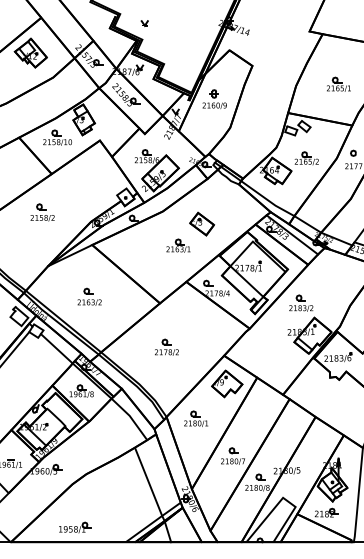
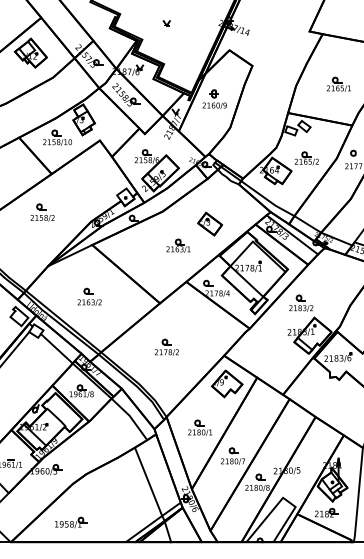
part at (144, 23) position: (144, 23) -> (166, 23)
part at (202, 223) position: (202, 223) -> (210, 223)
part at (196, 418) position: (196, 418) -> (200, 427)
part at (75, 527) position: (75, 527) -> (71, 522)
